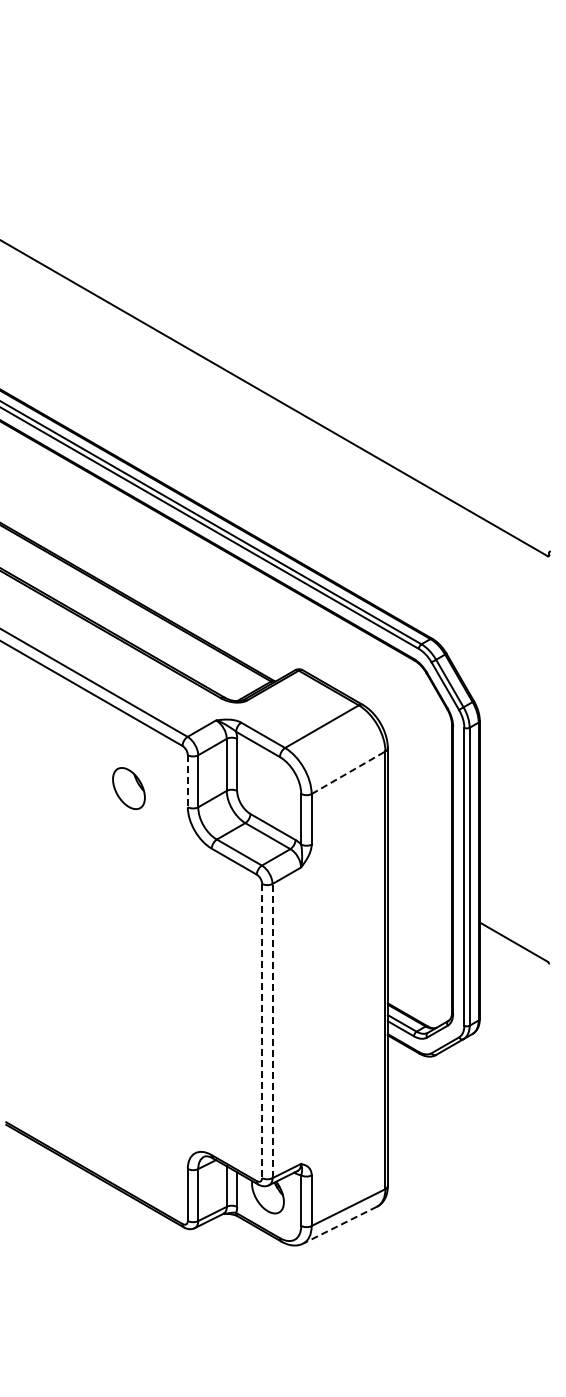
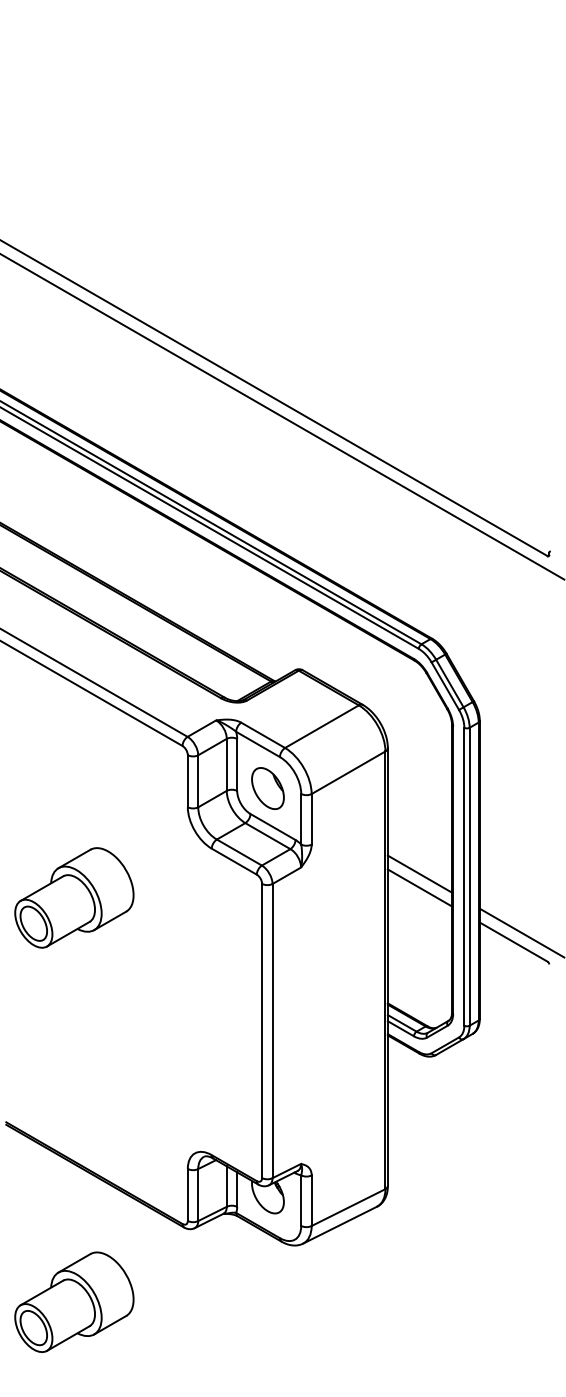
line at (282, 416): none -> present
line at (348, 772): dashed -> solid
line at (187, 781): dashed -> solid
part at (128, 788) position: (128, 788) -> (267, 788)
line at (419, 873): none -> present
line at (419, 887): none -> present
part at (74, 897): none -> present
line at (520, 932): none -> present
line at (272, 1030): dashed -> solid
line at (262, 1031): dashed -> solid
line at (339, 1225): dashed -> solid
part at (74, 1301): none -> present
